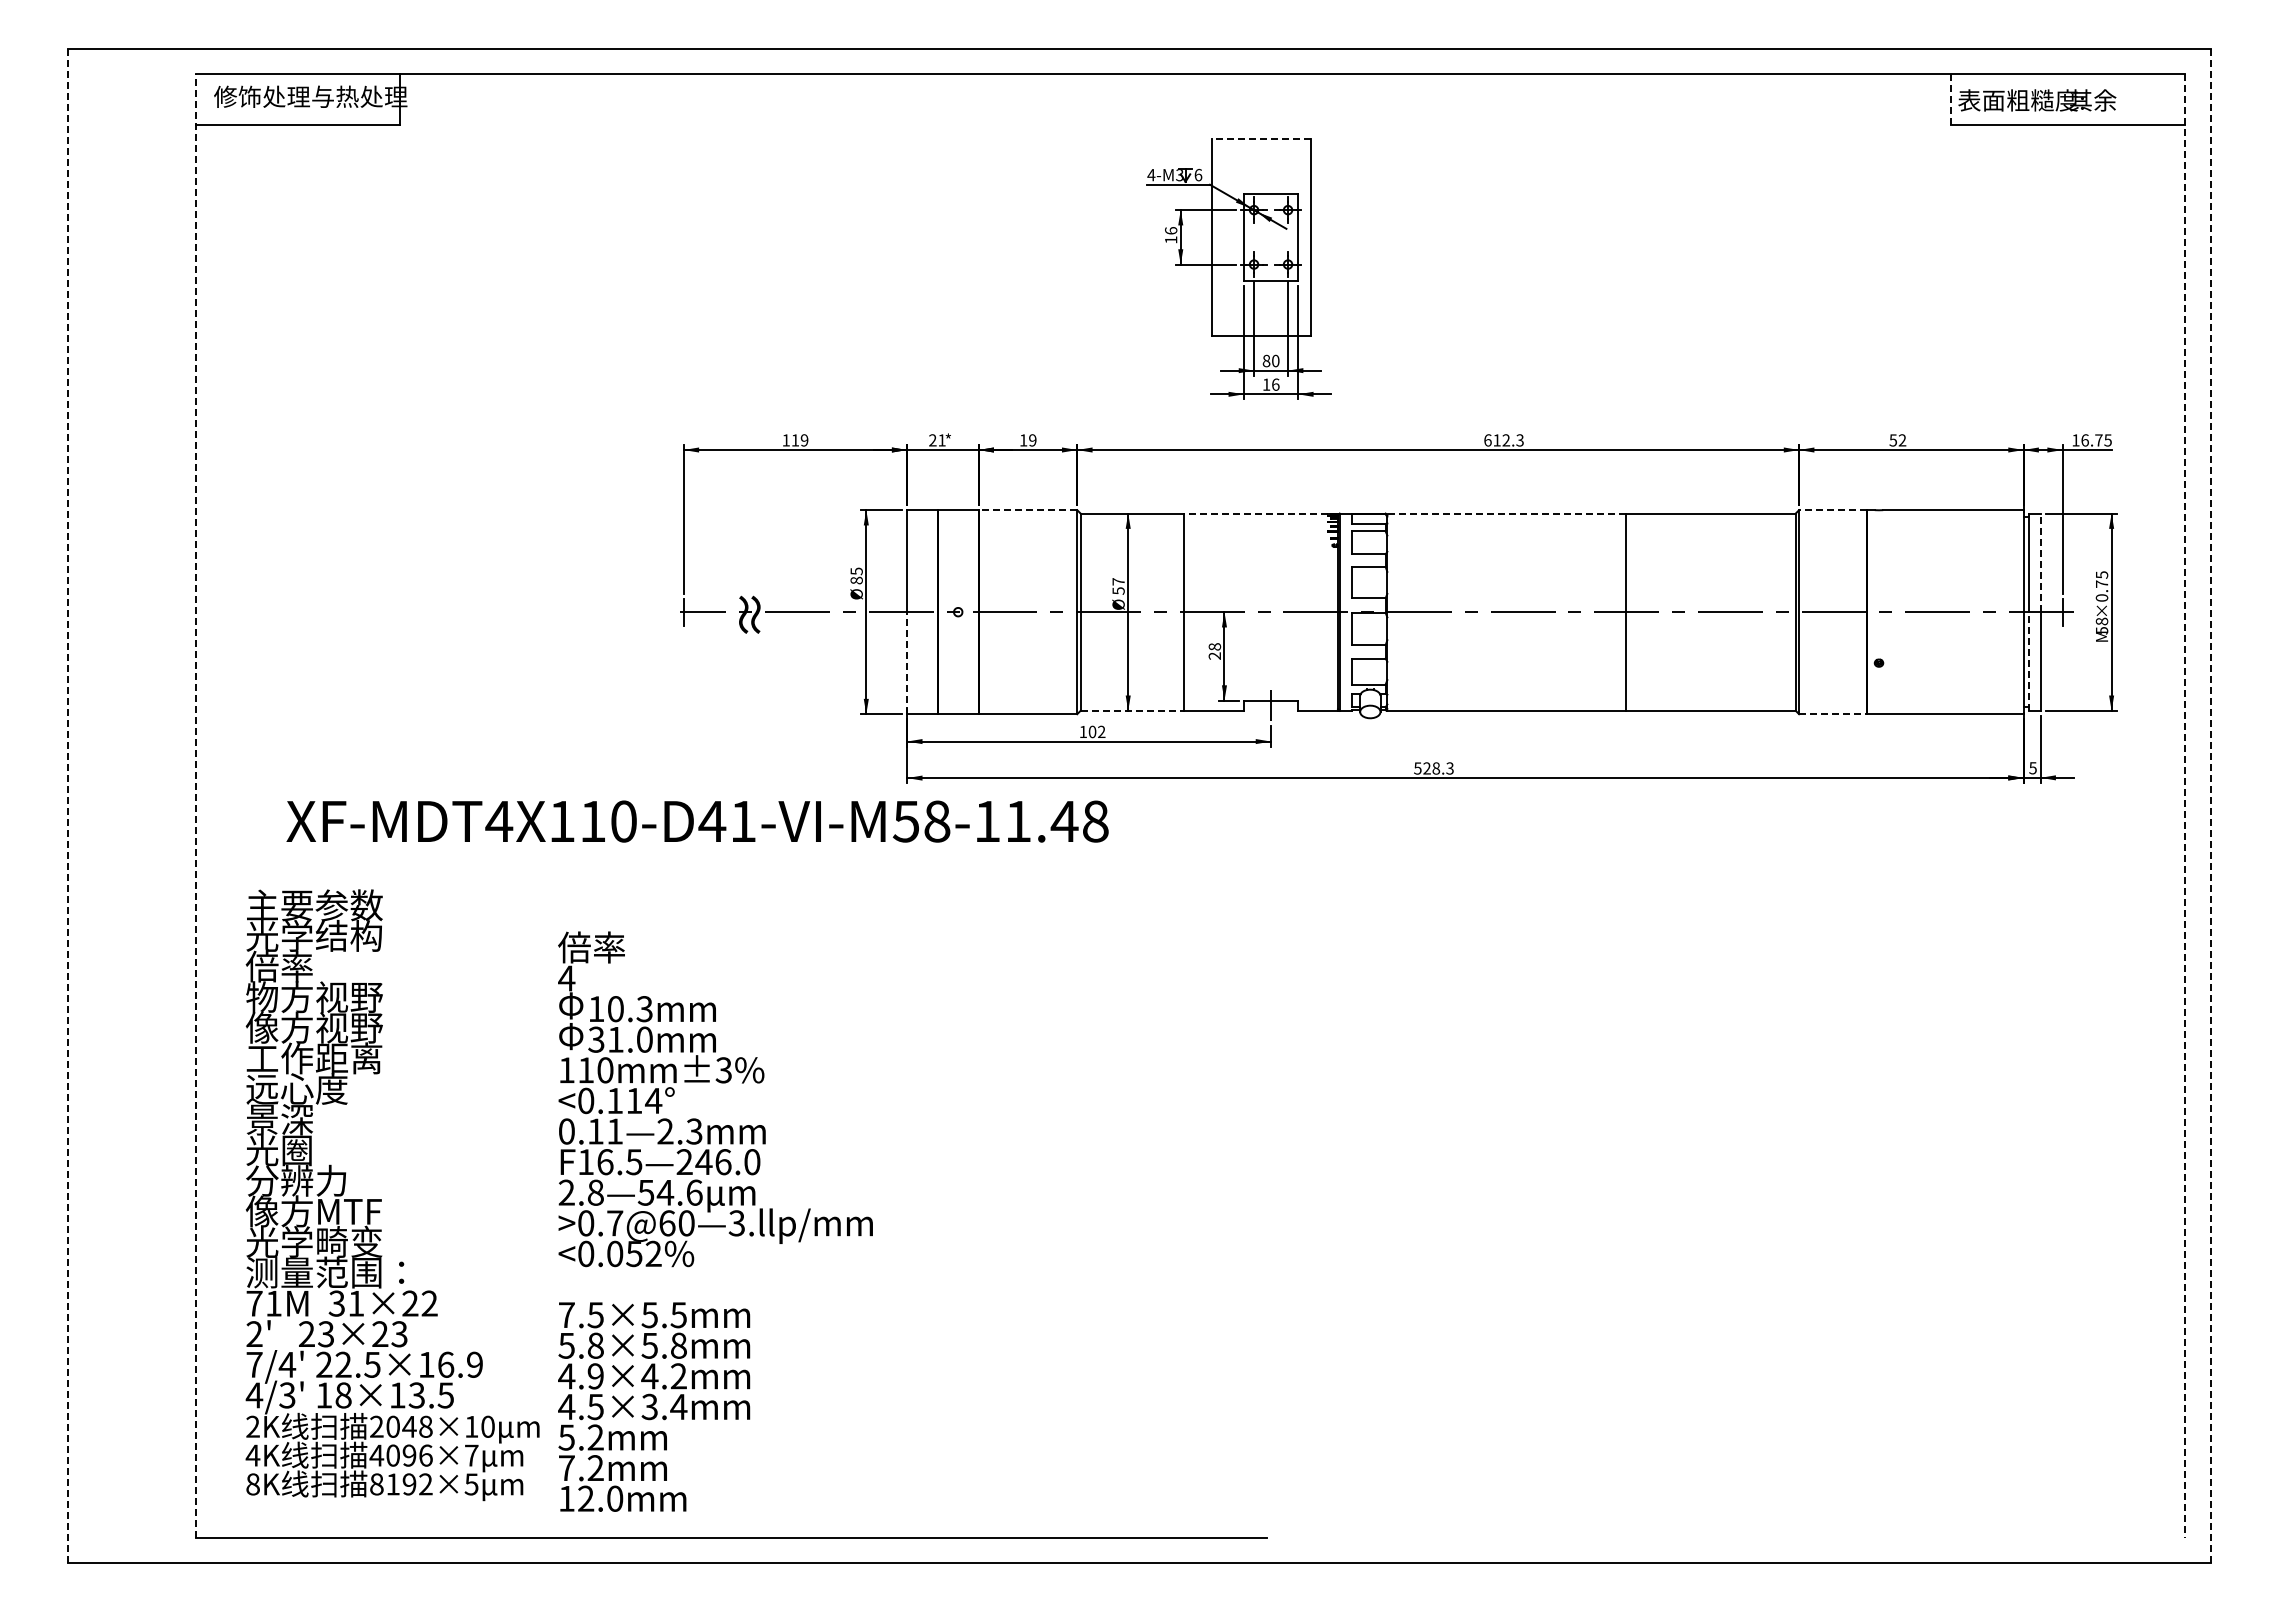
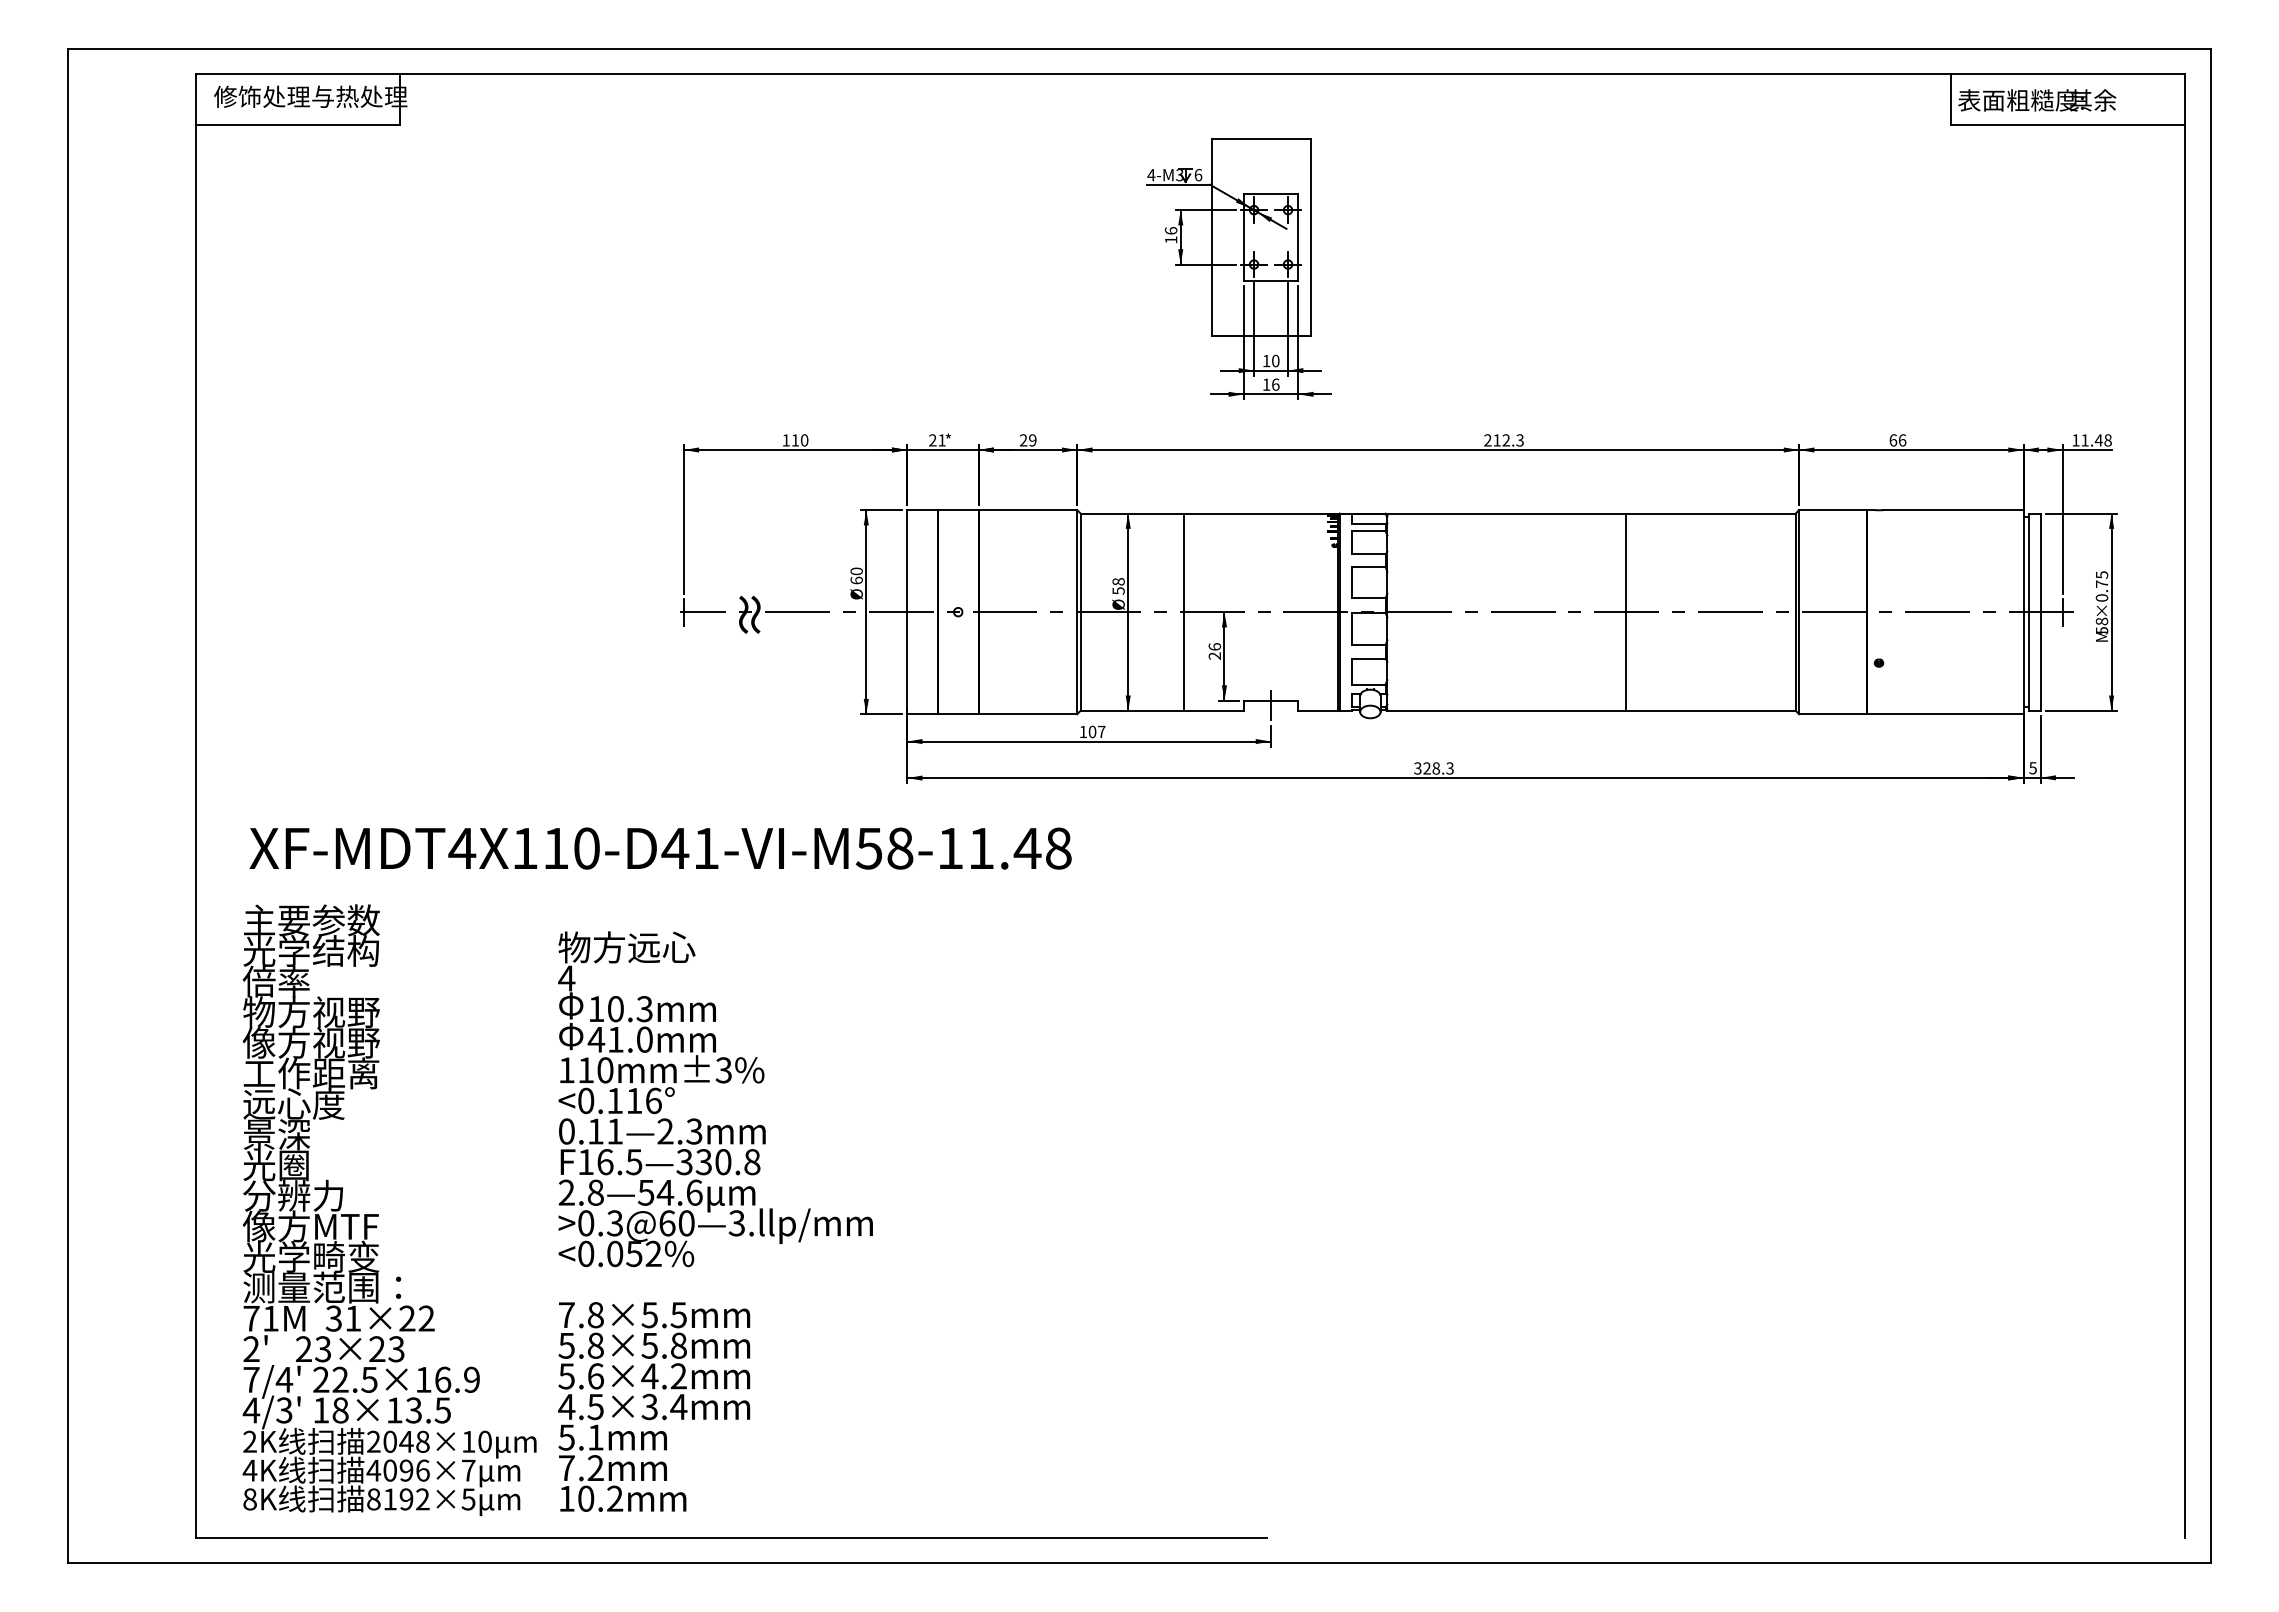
line at (1950, 99): dashed -> solid
line at (1261, 138): dashed -> solid
text at (1266, 360): 80 -> 10
text at (804, 440): 119 -> 110
text at (1023, 440): 19 -> 29
text at (1487, 440): 612.3 -> 212.3
text at (1897, 440): 52 -> 66
text at (2096, 440): 16.75 -> 11.48
line at (1027, 510): dashed -> solid
line at (1832, 510): dashed -> solid
line at (1256, 513): dashed -> solid
line at (1506, 513): dashed -> solid
line at (2040, 562): dashed -> solid
text at (856, 575): 85 -> 60
text at (1118, 581): 57 -> 58
text at (1214, 646): 28 -> 26
line at (2028, 660): dashed -> solid
line at (907, 662): dashed -> solid
line at (1132, 710): dashed -> solid
line at (1833, 714): dashed -> solid
text at (1101, 731): 102 -> 107
text at (1417, 767): 528.3 -> 328.3
line at (68, 806): dashed -> solid
line at (195, 806): dashed -> solid
line at (2185, 806): dashed -> solid
line at (2210, 806): dashed -> solid
text at (697, 821) position: (697, 821) -> (660, 848)
text at (626, 947): 倍率 -> 物方远心
text at (596, 1039): 31.0mm -> 41.0mm
text at (653, 1100): <0.114° -> <0.116°
text at (718, 1162): 246.0 -> 330.8
text at (392, 1195) position: (392, 1195) -> (389, 1210)
text at (614, 1223): >0.7@60 -> >0.3@60
text at (595, 1315): 7.5×5.5mm -> 7.8×5.5mm
text at (580, 1376): 4.9×4.2mm -> 5.6×4.2mm
text at (595, 1437): 5.2mm -> 5.1mm
text at (600, 1498): 12.0mm -> 10.2mm
